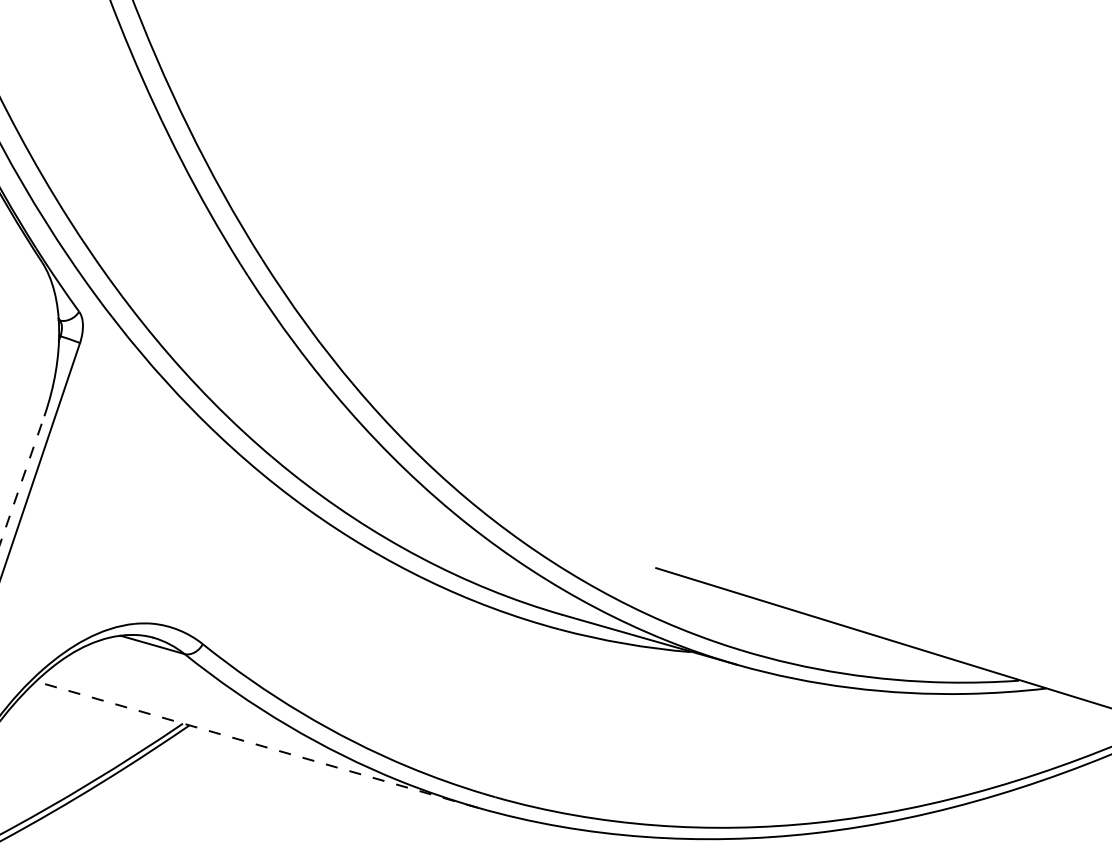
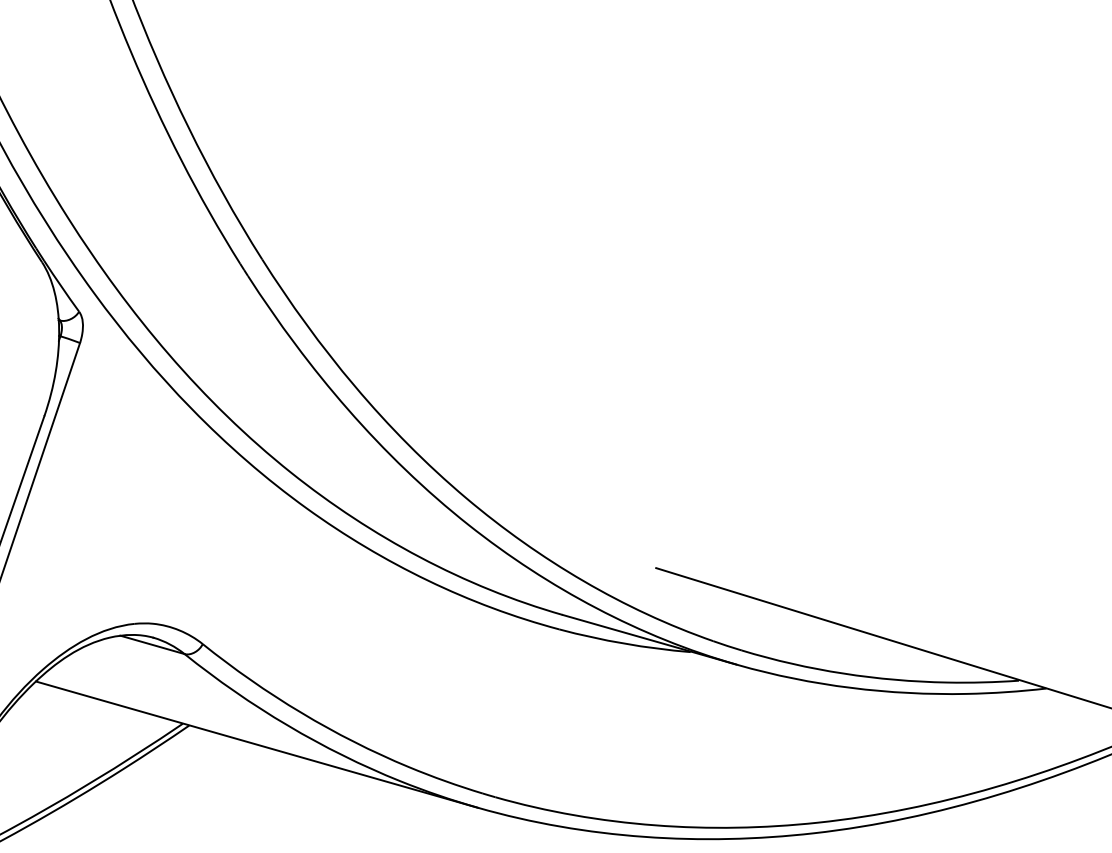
line at (22, 480): dashed -> solid
line at (257, 744): dashed -> solid
